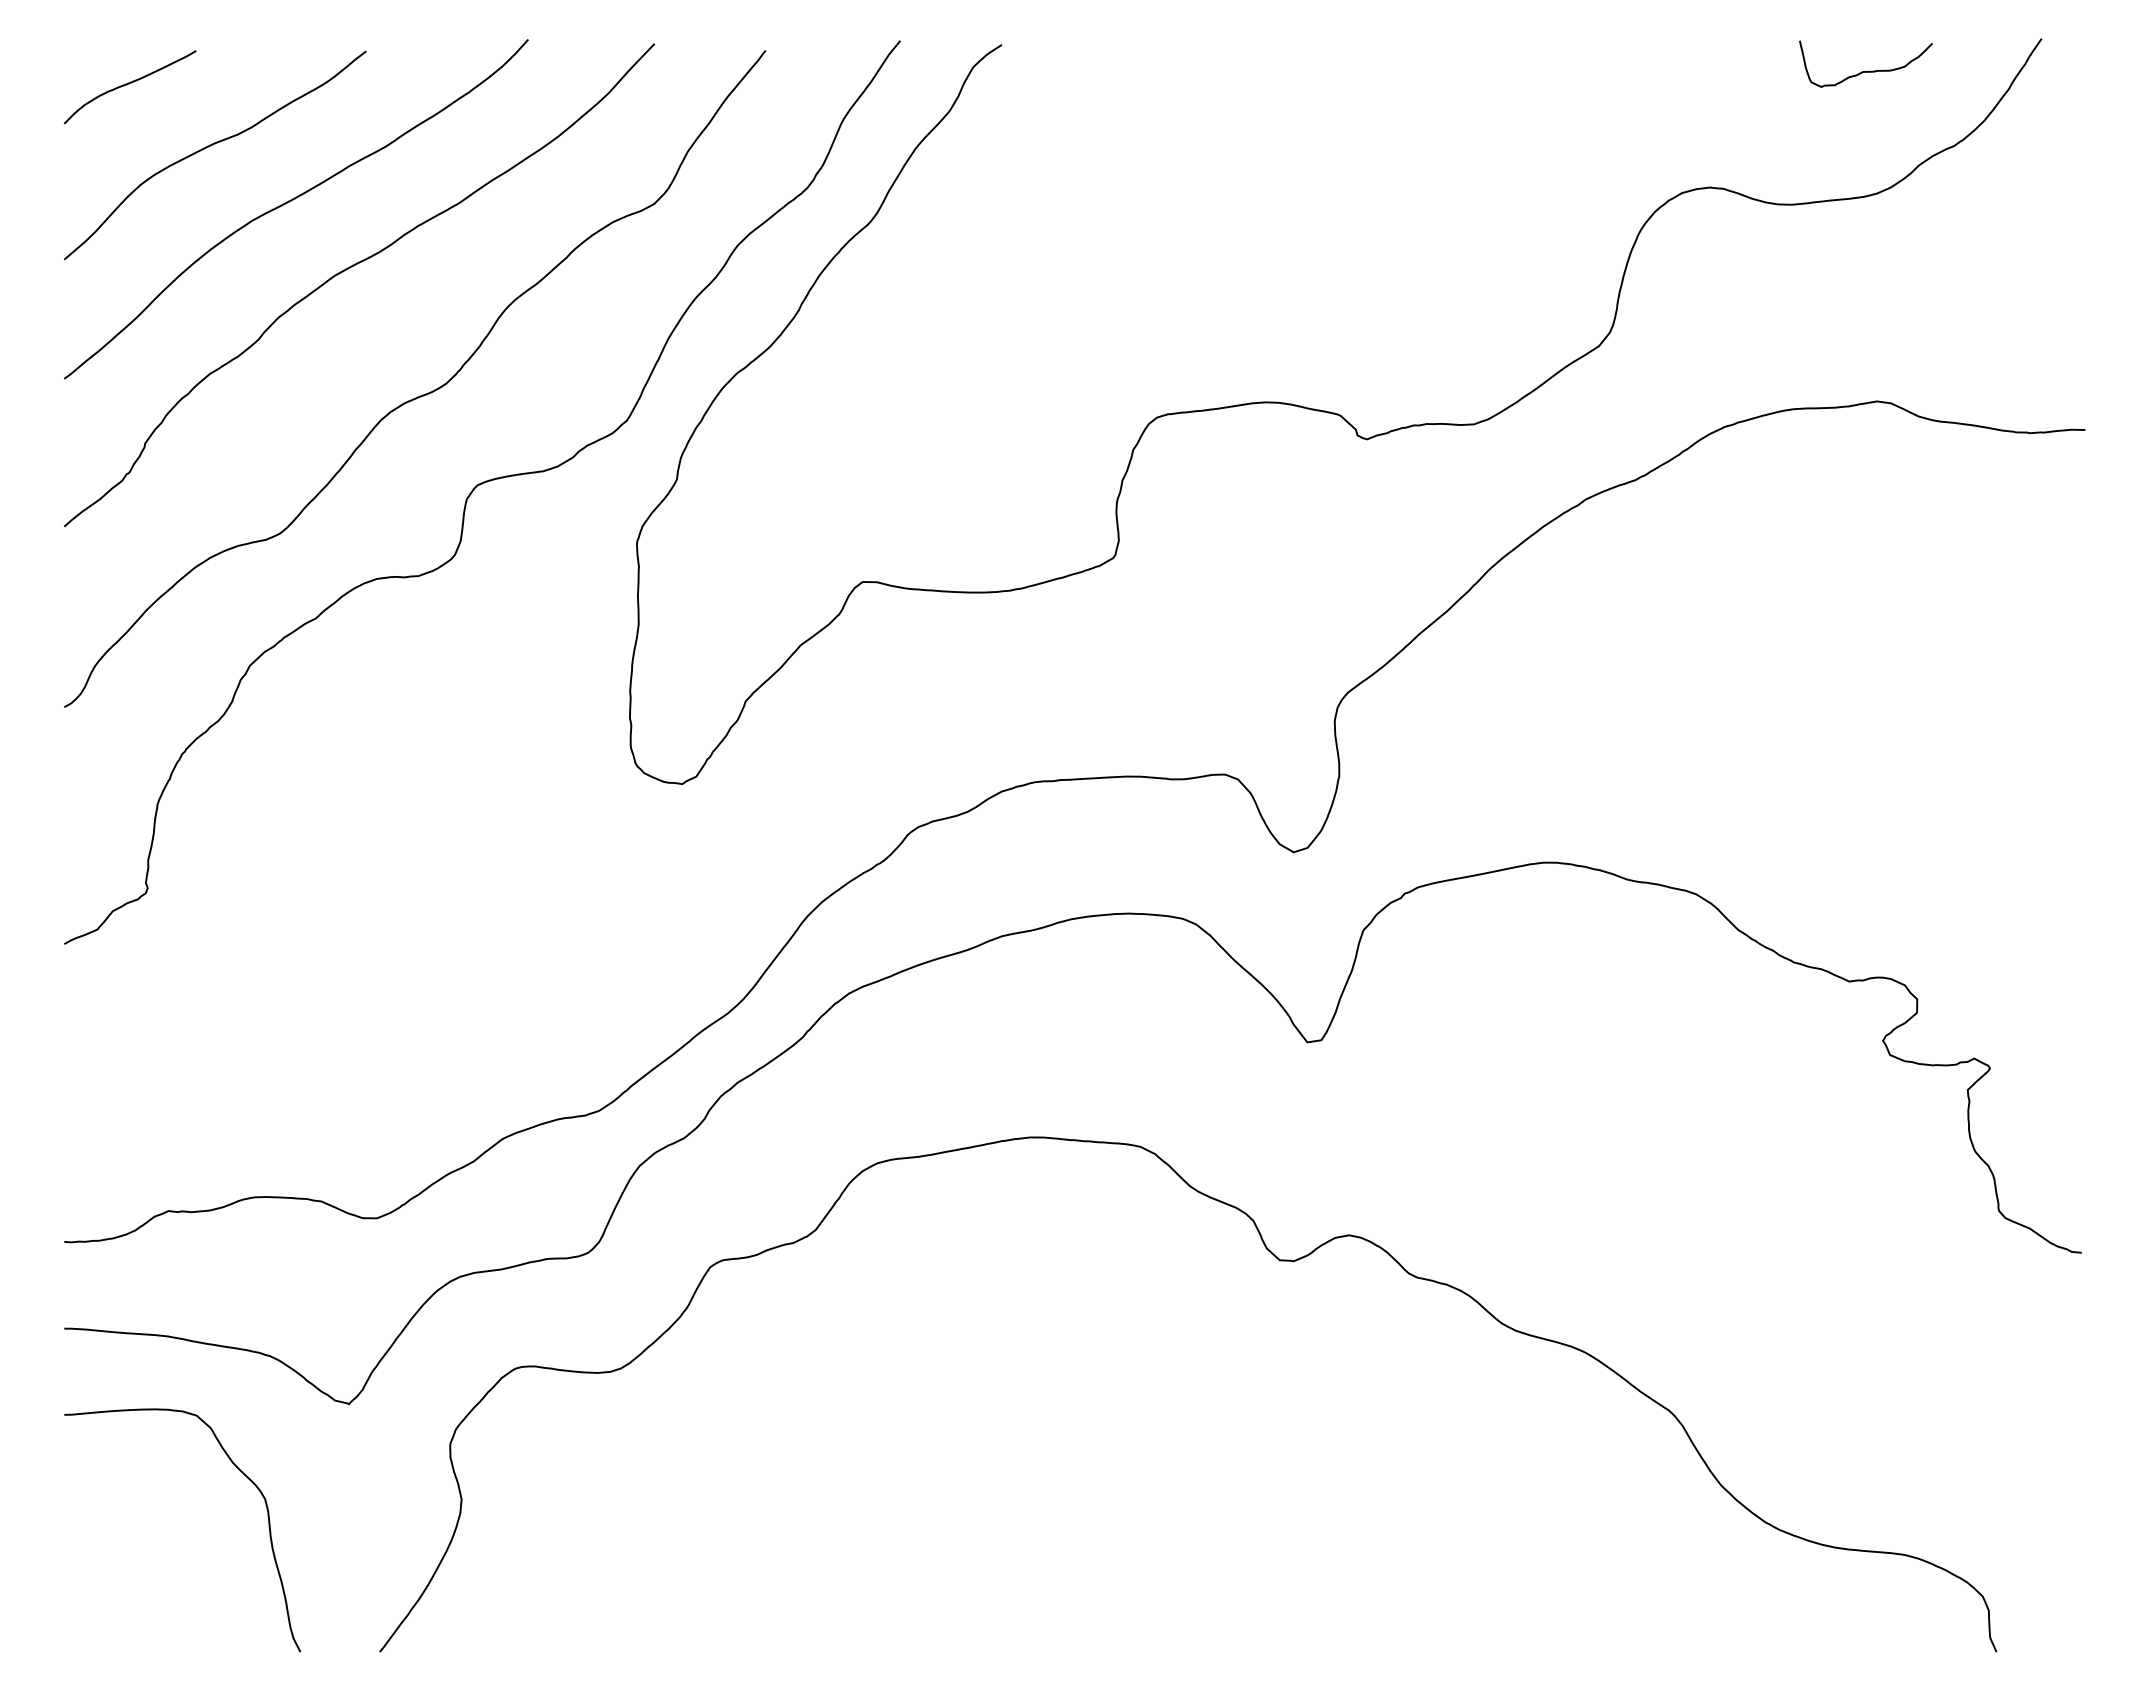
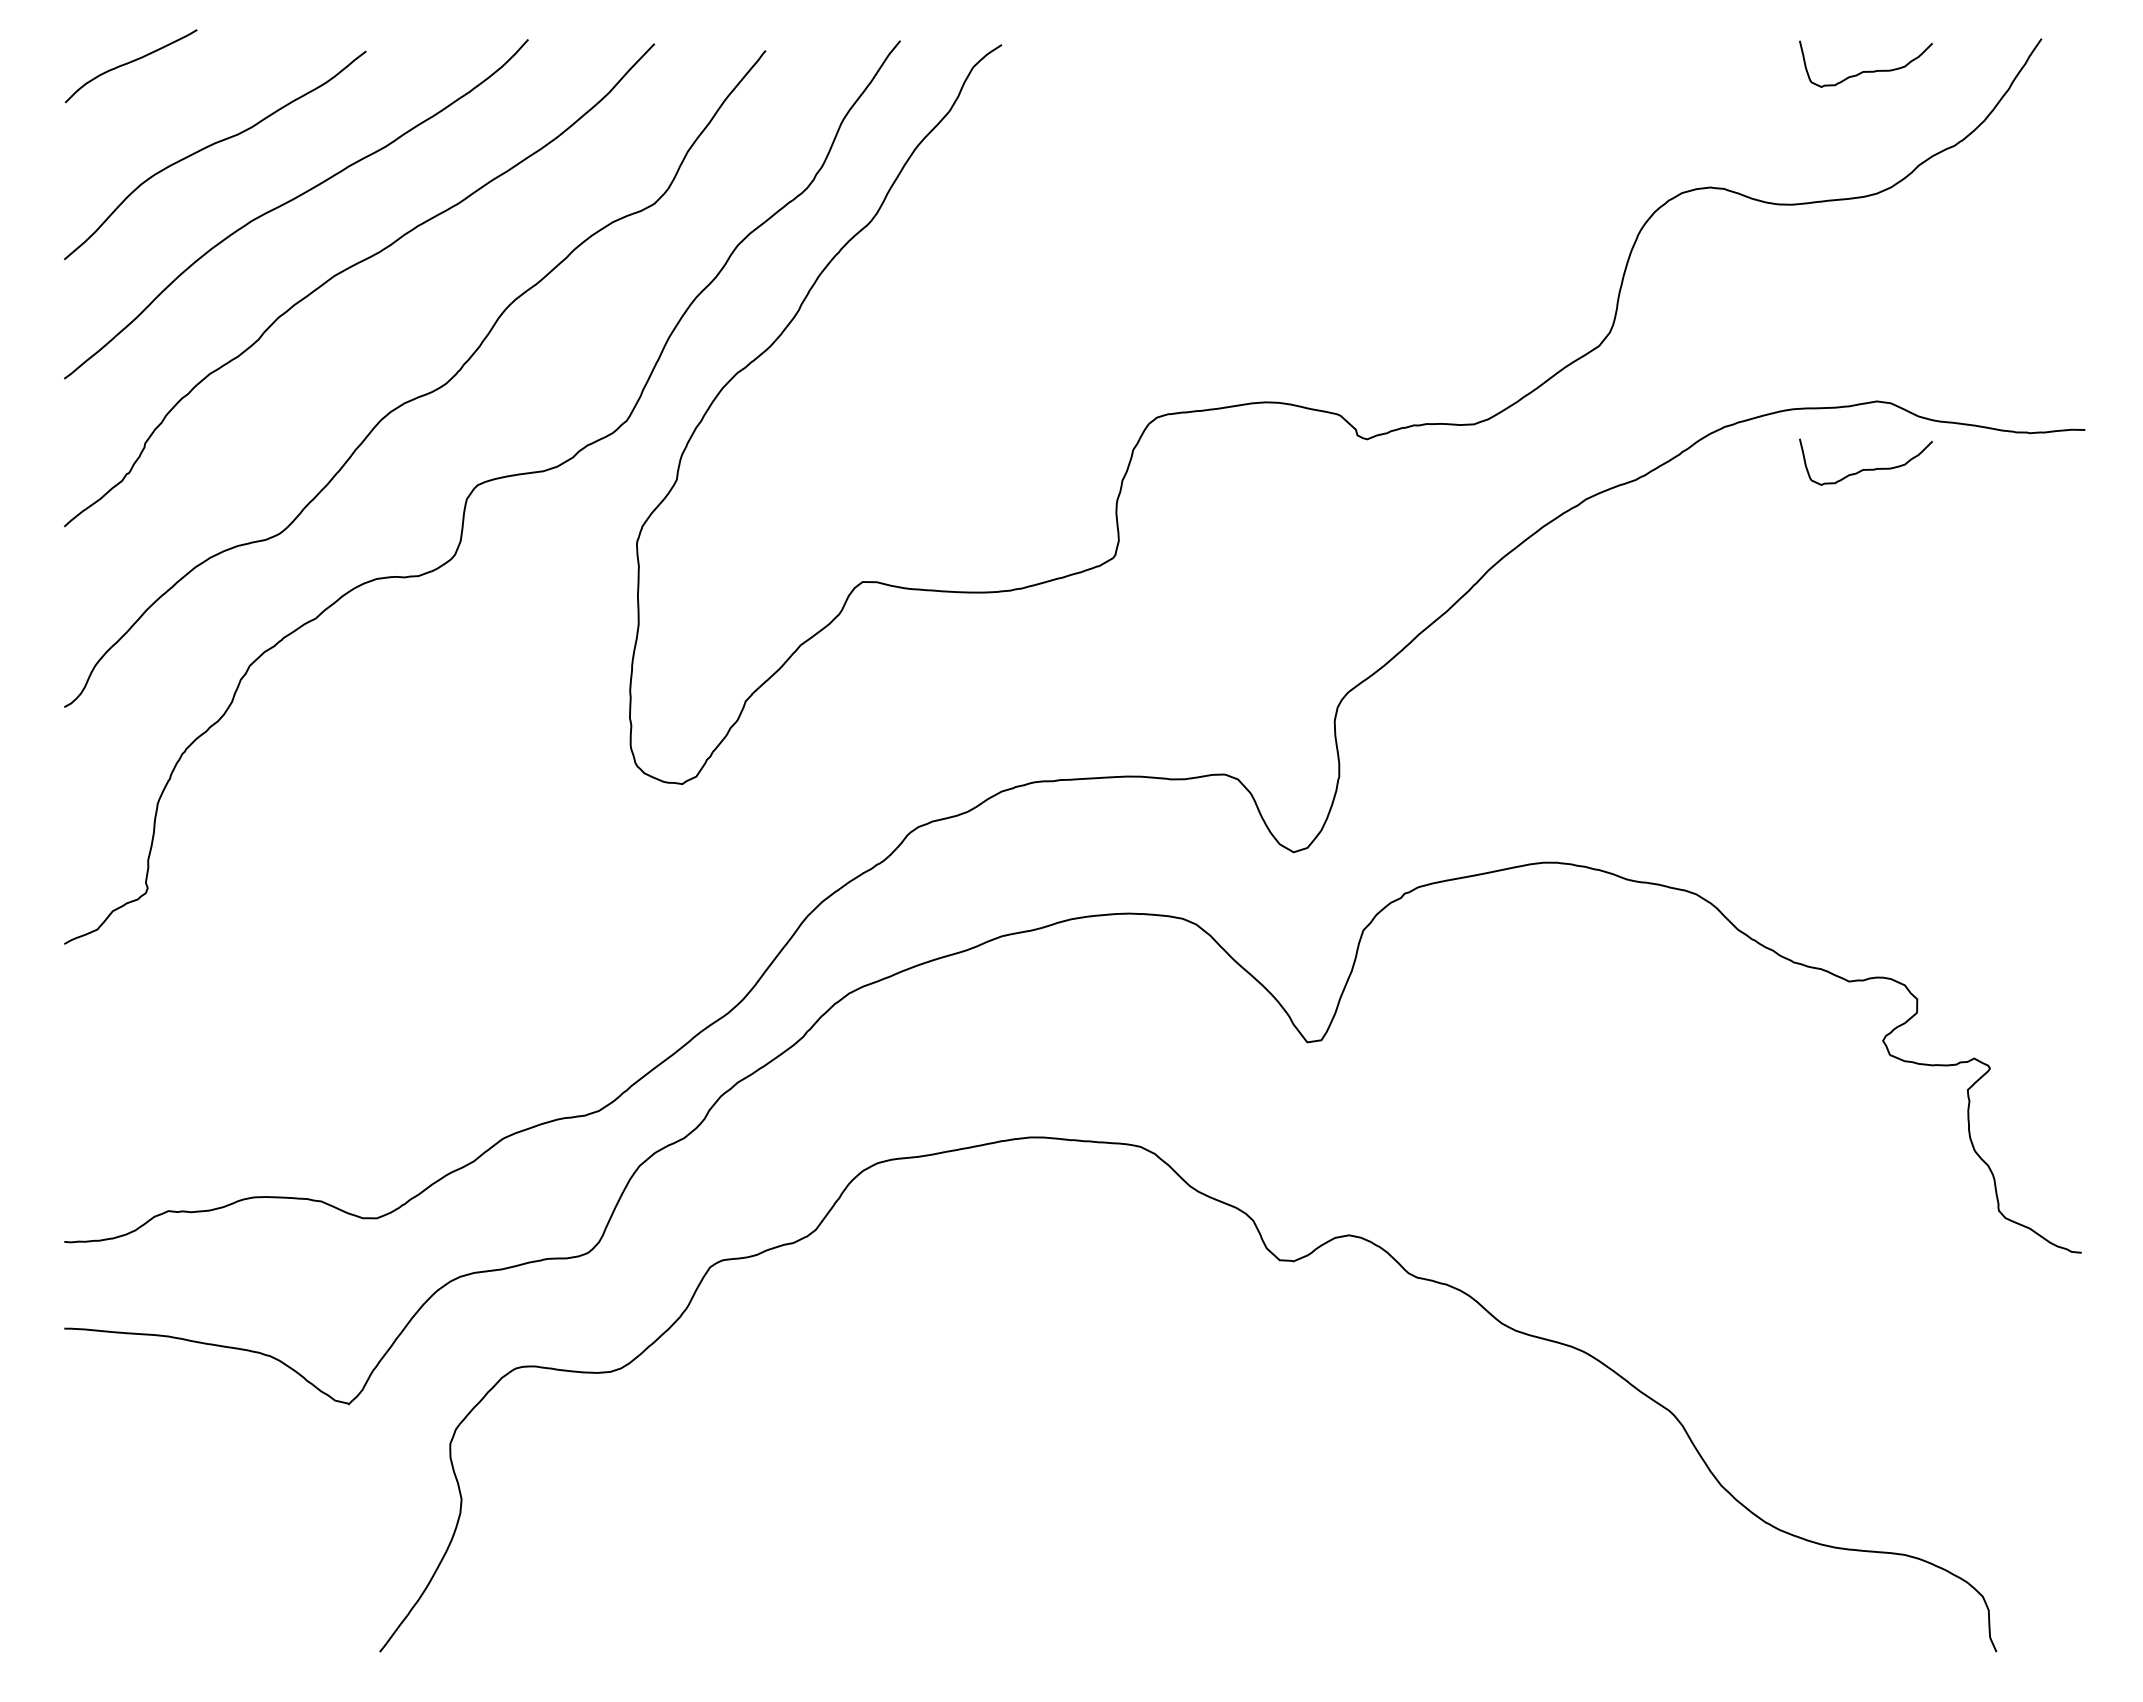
curve at (129, 84) position: (129, 84) -> (130, 63)
curve at (1865, 469): none -> present
curve at (240, 1471): present -> none
